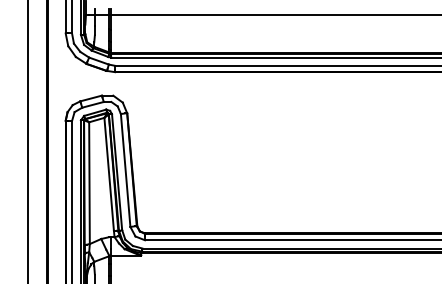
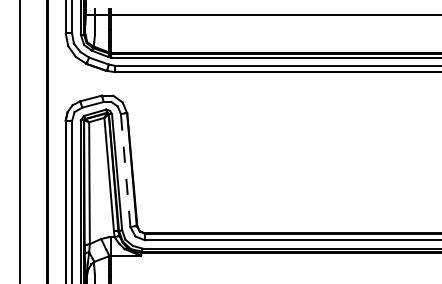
line at (28, 141) position: (28, 141) -> (20, 141)
line at (125, 170): solid -> dashed
